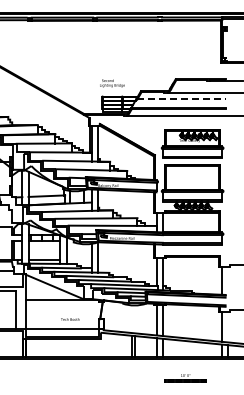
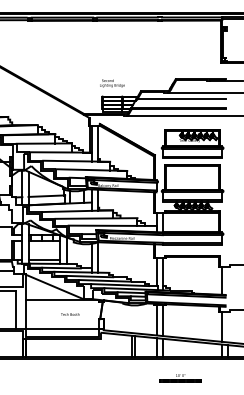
line at (182, 99): dashed -> solid
text at (70, 319) position: (70, 319) -> (70, 314)
part at (185, 378) position: (185, 378) -> (180, 378)
